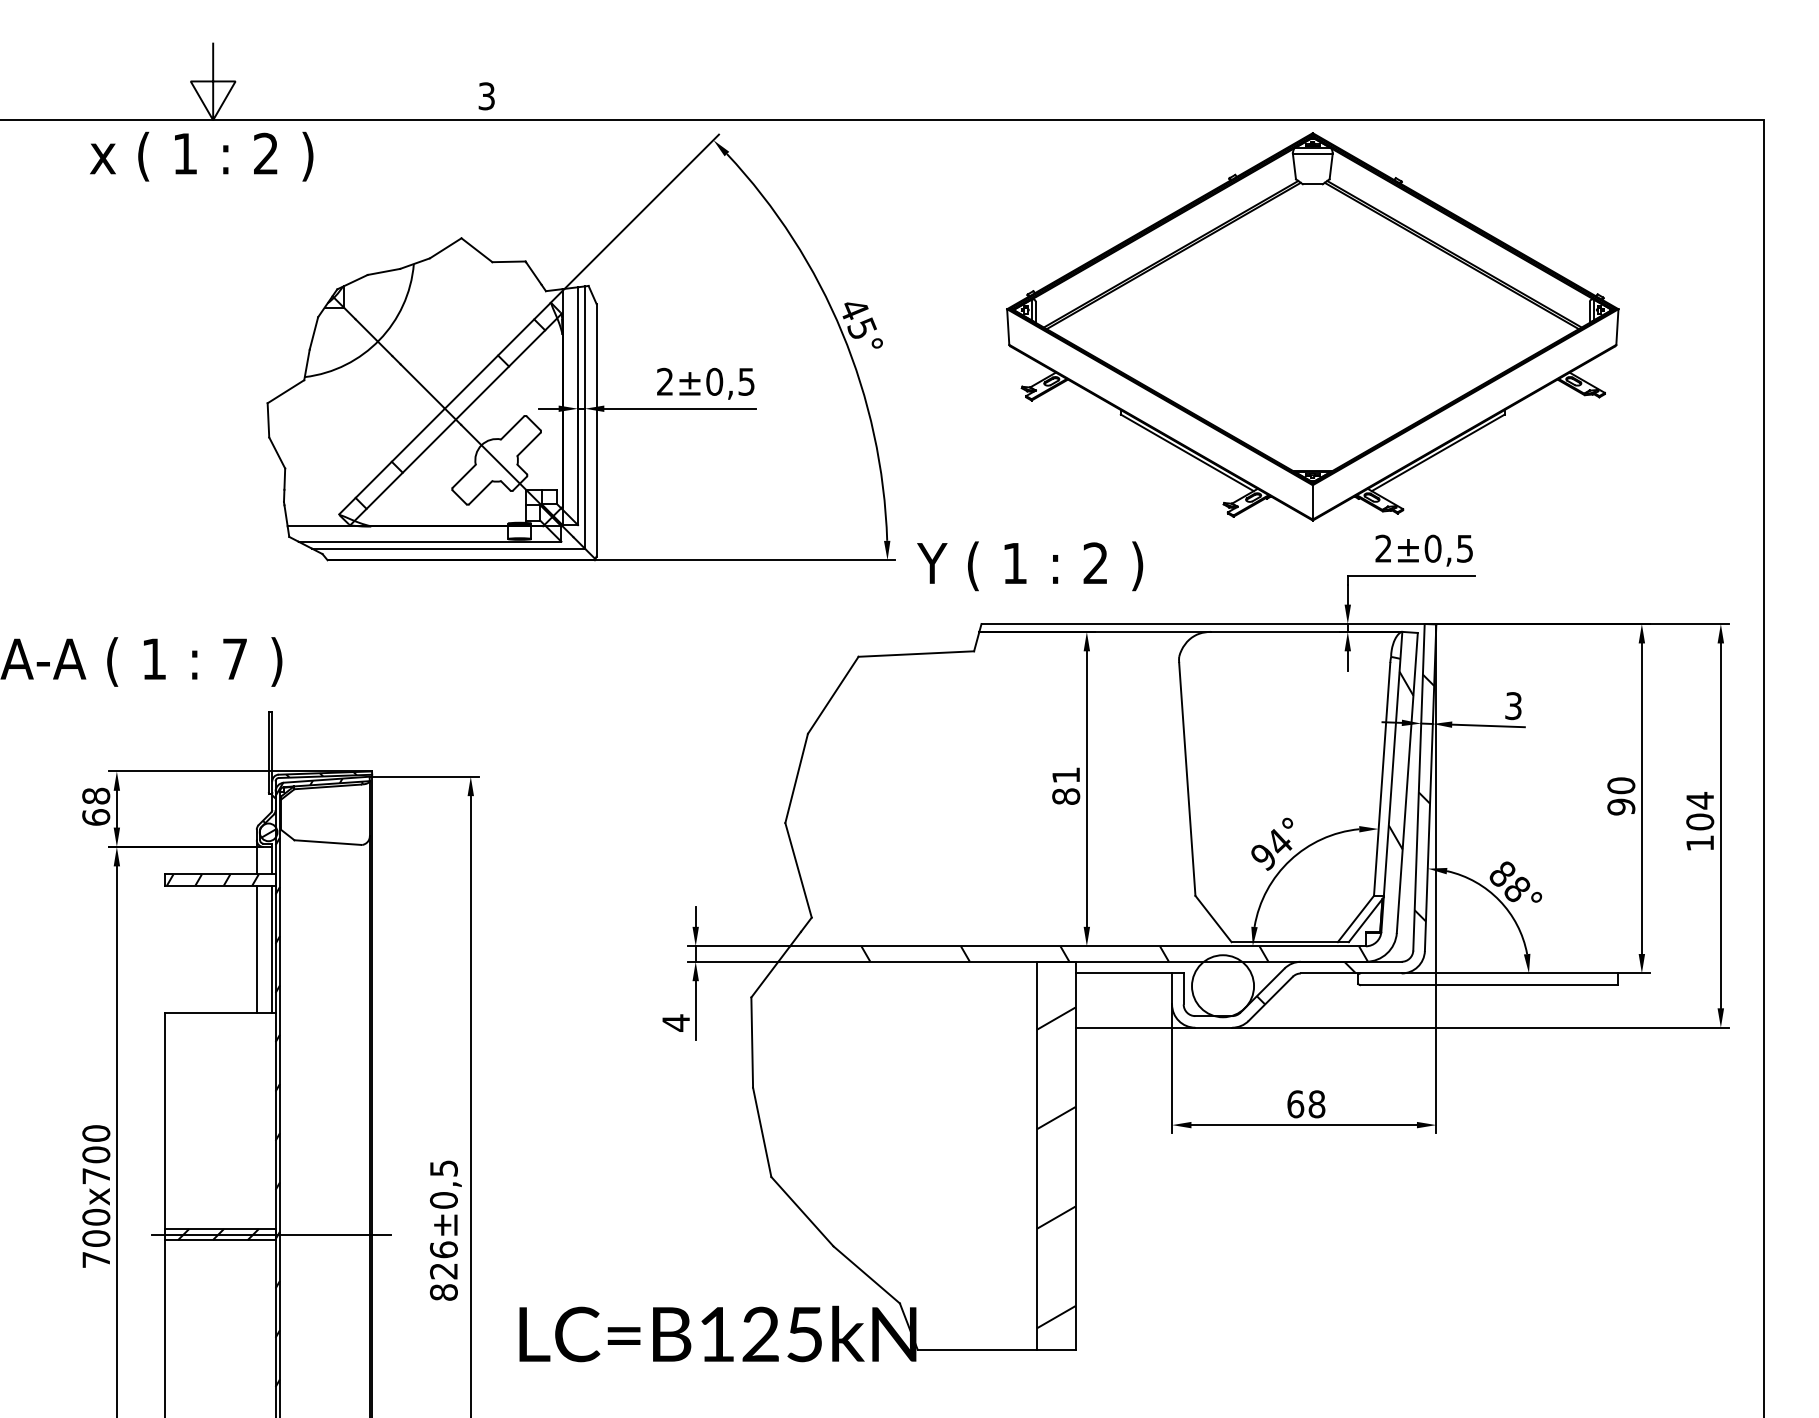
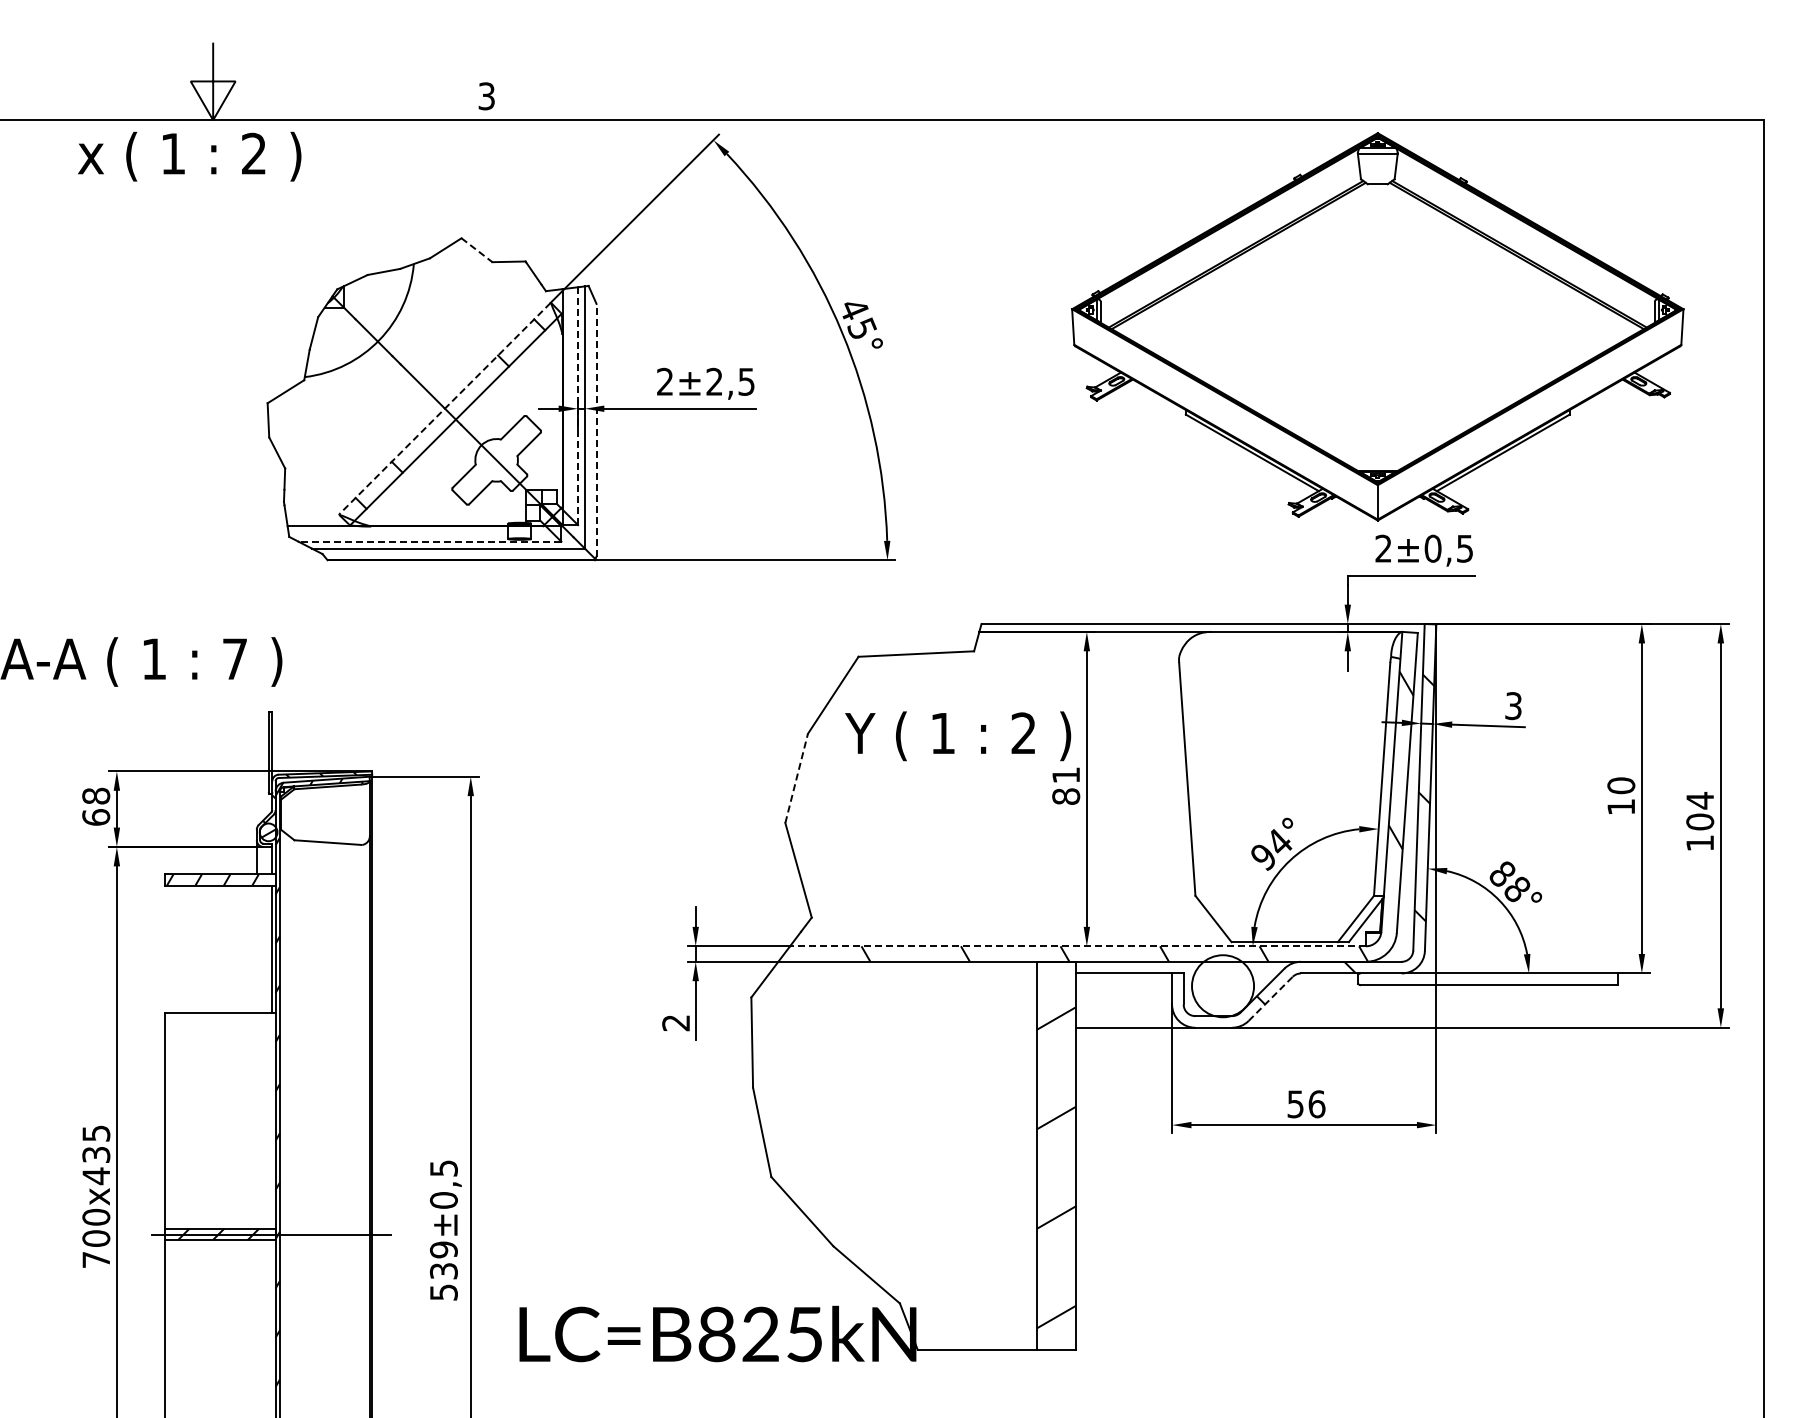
text at (201, 156) position: (201, 156) -> (189, 156)
line at (476, 250): solid -> dashed
part at (1312, 326) position: (1312, 326) -> (1377, 326)
text at (714, 381): ±0,5 -> ±2,5
line at (578, 406): solid -> dashed
line at (444, 409): solid -> dashed
line at (596, 429): solid -> dashed
line at (429, 541): solid -> dashed
text at (1030, 566) position: (1030, 566) -> (958, 736)
line at (796, 777): solid -> dashed
text at (1621, 806): 90 -> 10
line at (1077, 946): solid -> dashed
line at (256, 948): present -> none
line at (1271, 998): solid -> dashed
text at (675, 1022): 4 -> 2
text at (1306, 1104): 68 -> 56
text at (96, 1155): x700 -> x435
text at (443, 1270): 826 -> 539
text at (716, 1334): LC=B125kN -> LC=B825kN
